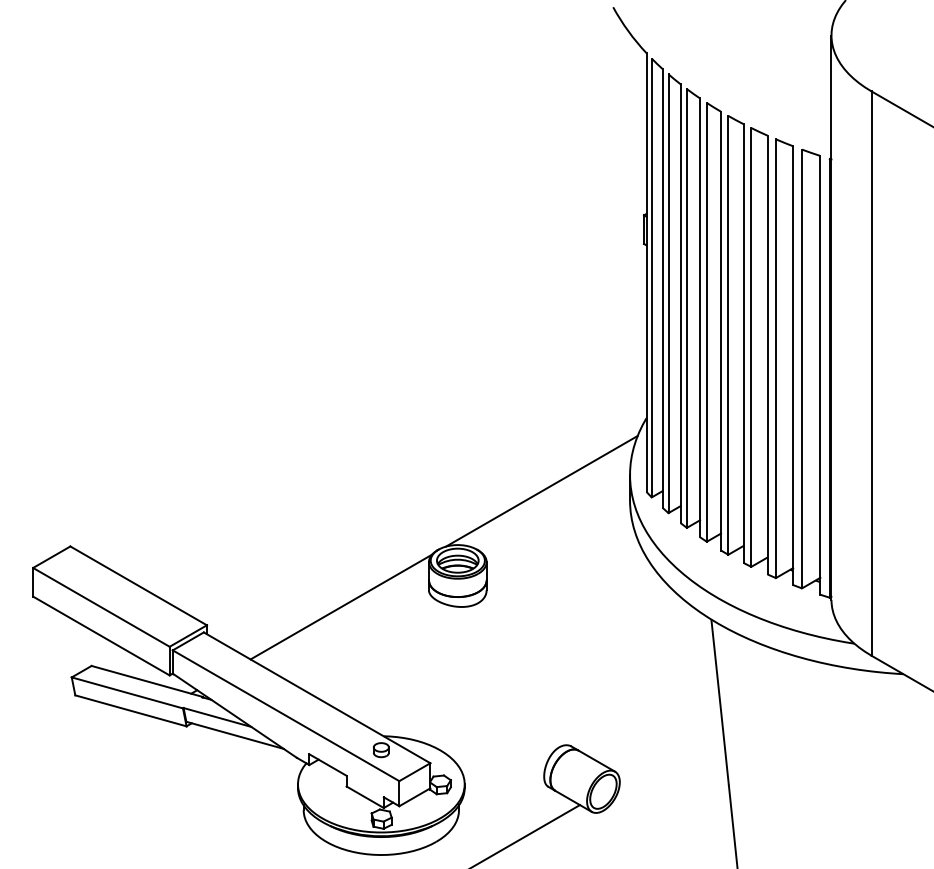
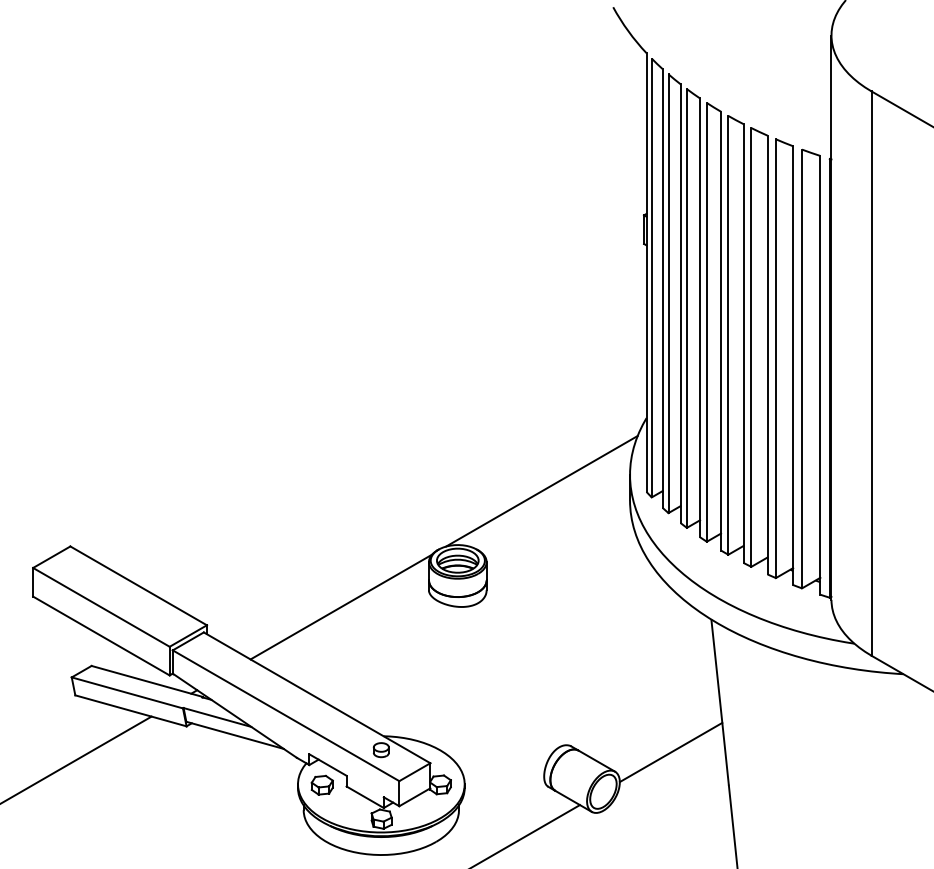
line at (670, 752): none -> present
line at (76, 759): none -> present
part at (321, 784): none -> present
